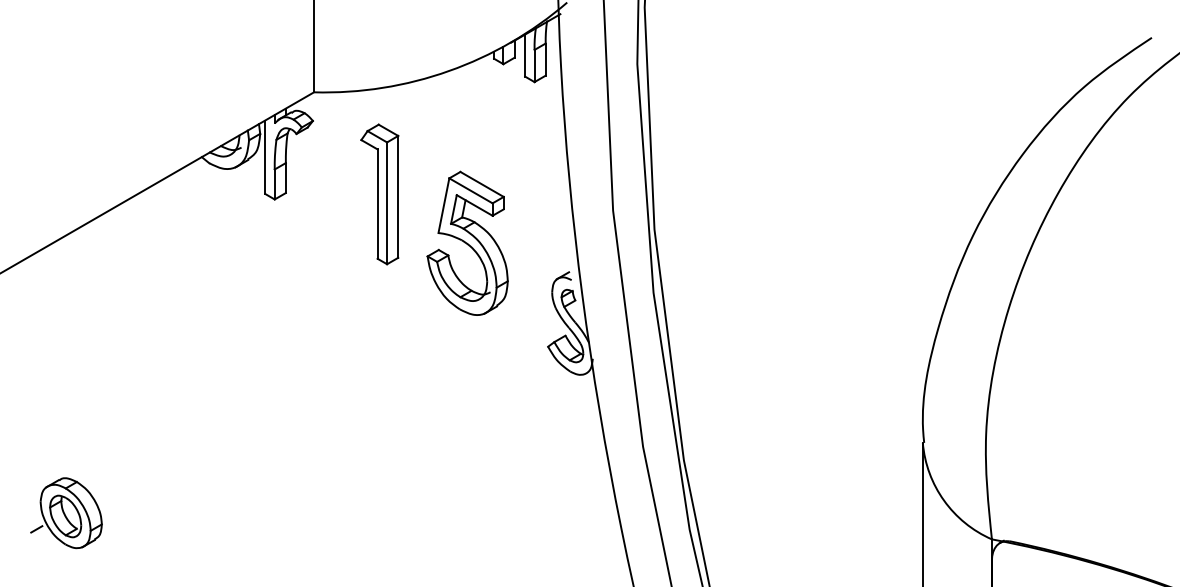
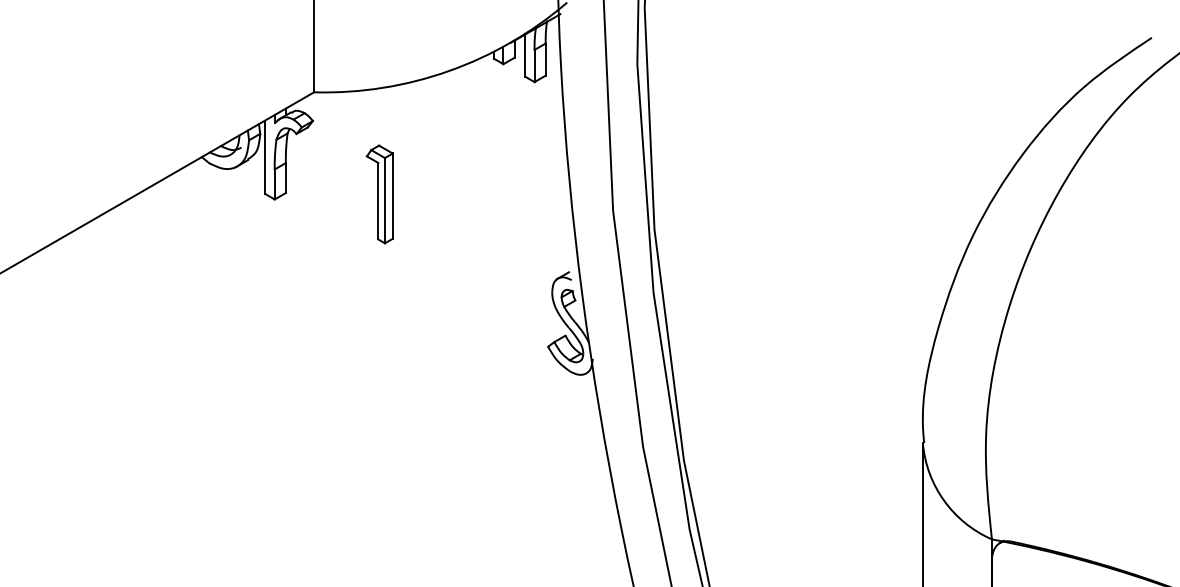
part at (379, 194) size: 40x143 px -> 29x101 px
part at (467, 242): present -> none
part at (66, 513): present -> none
